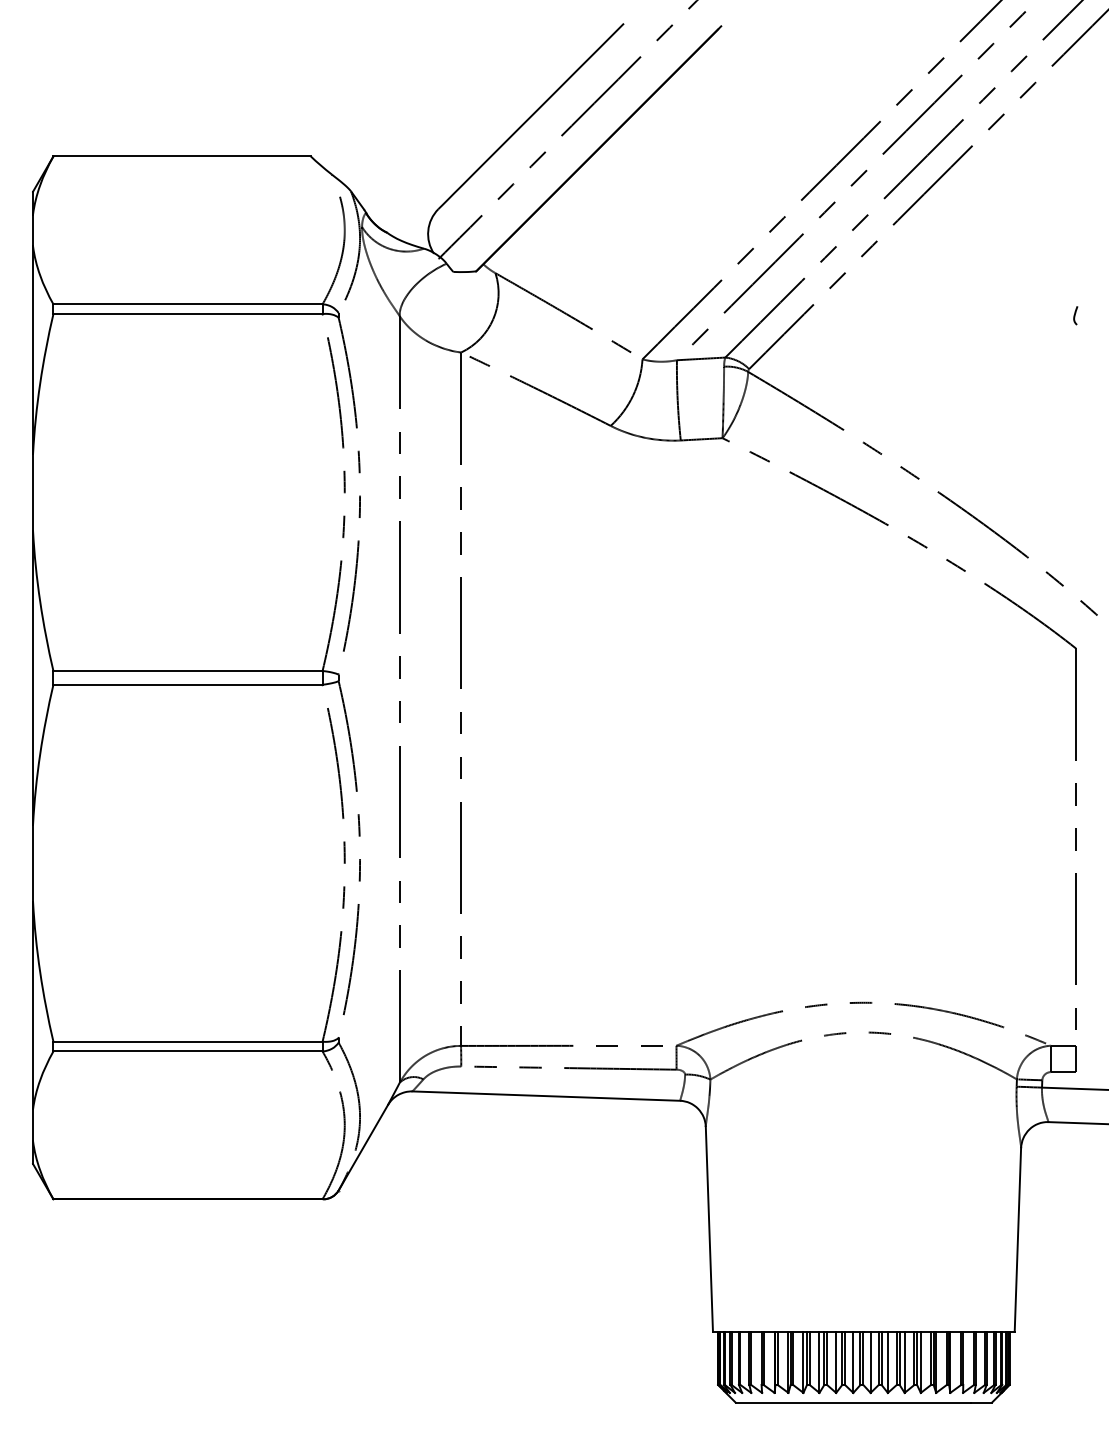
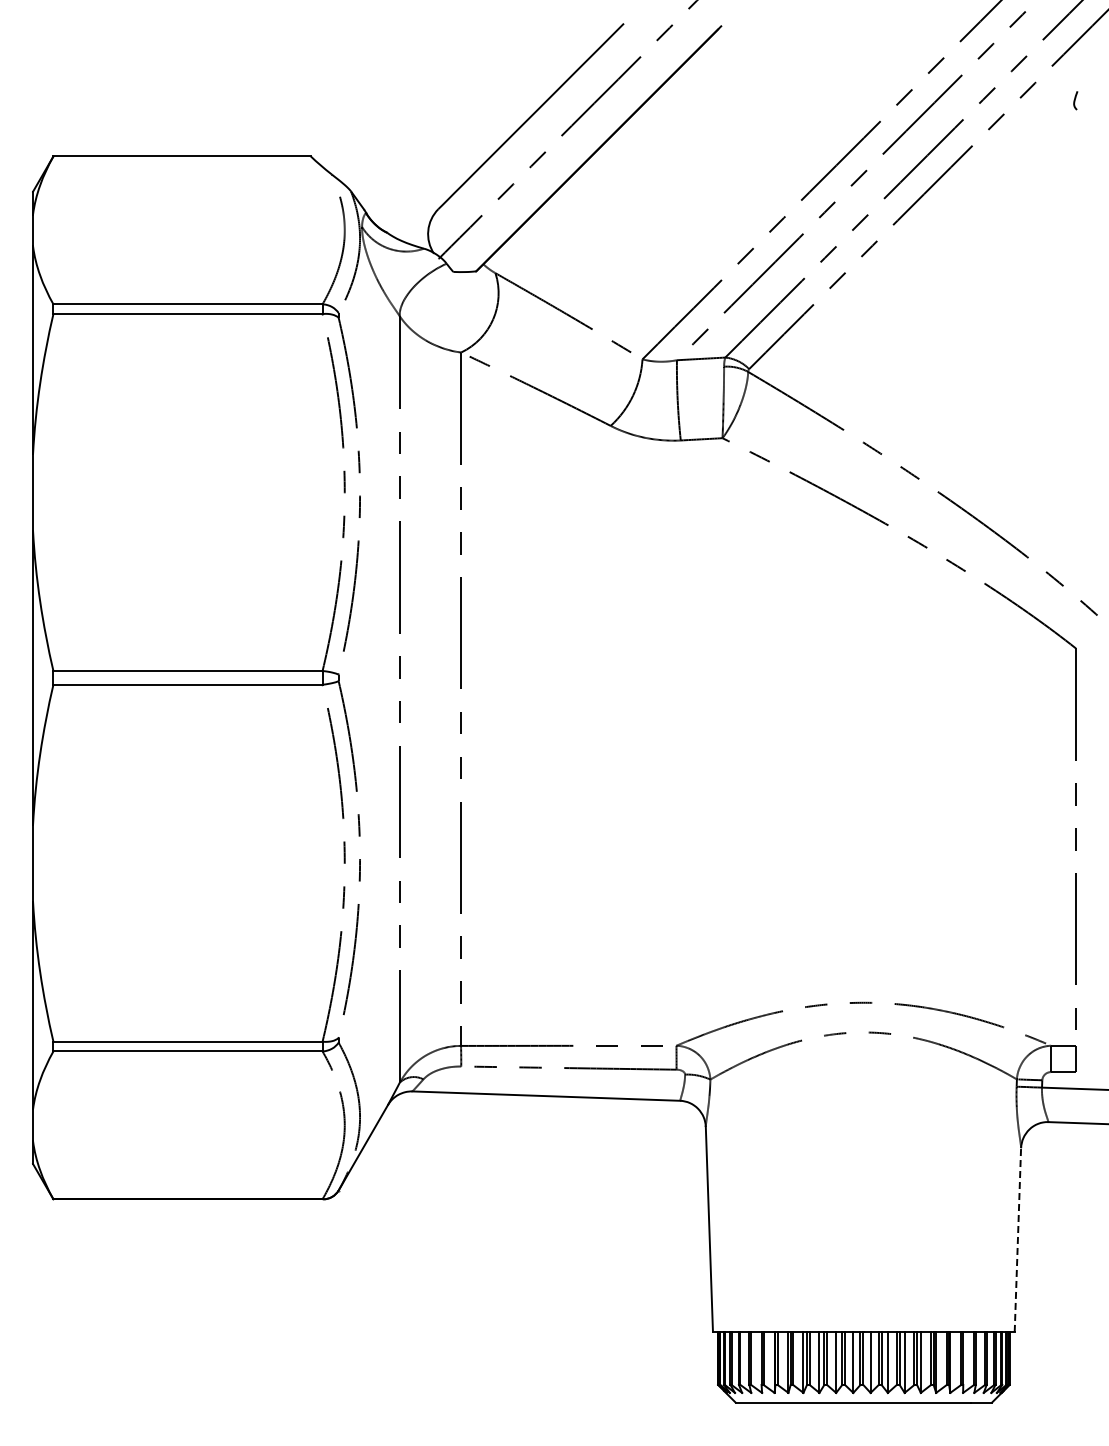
curve at (1075, 315) position: (1075, 315) -> (1075, 100)
line at (1017, 1240): solid -> dashed
